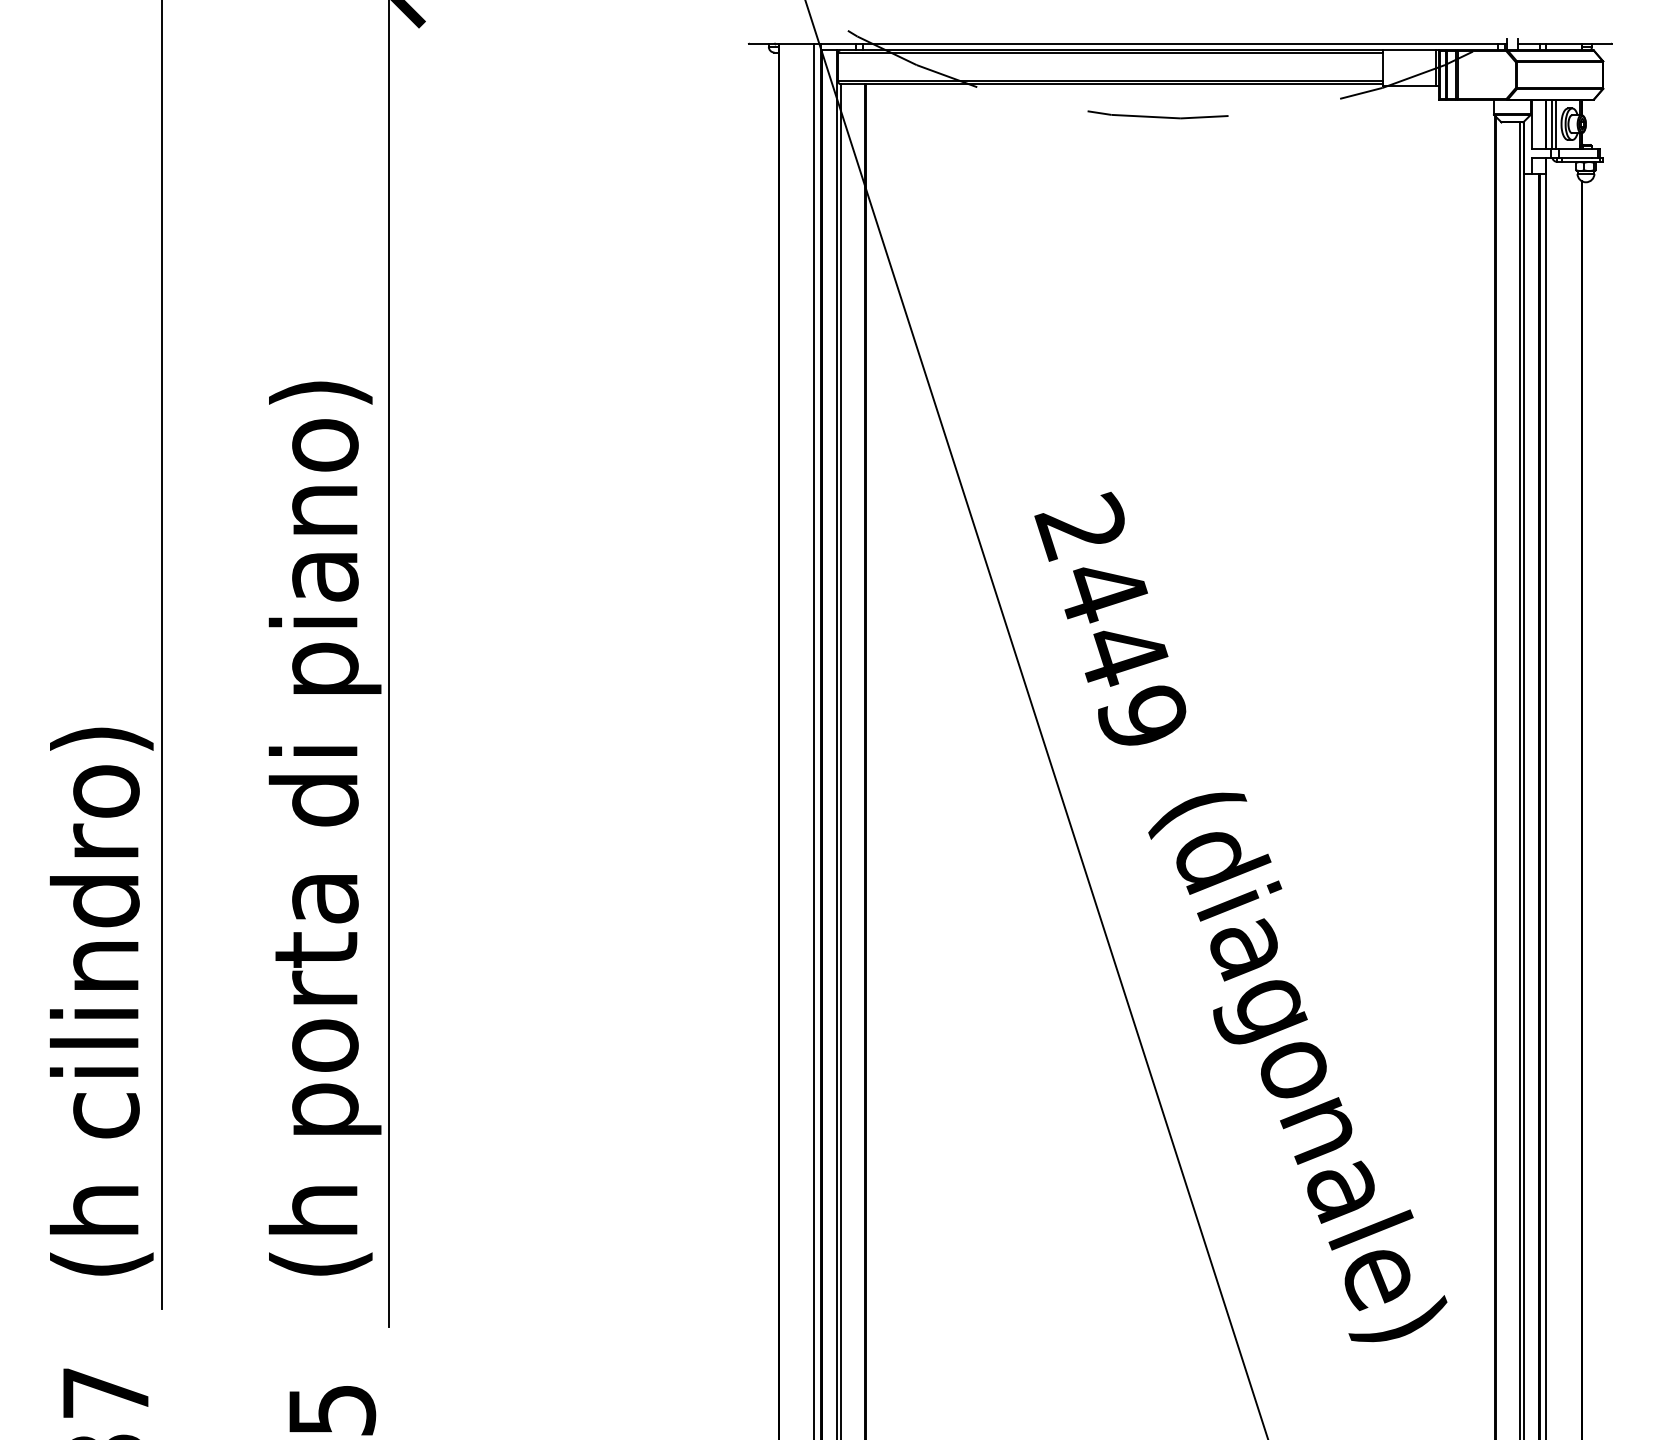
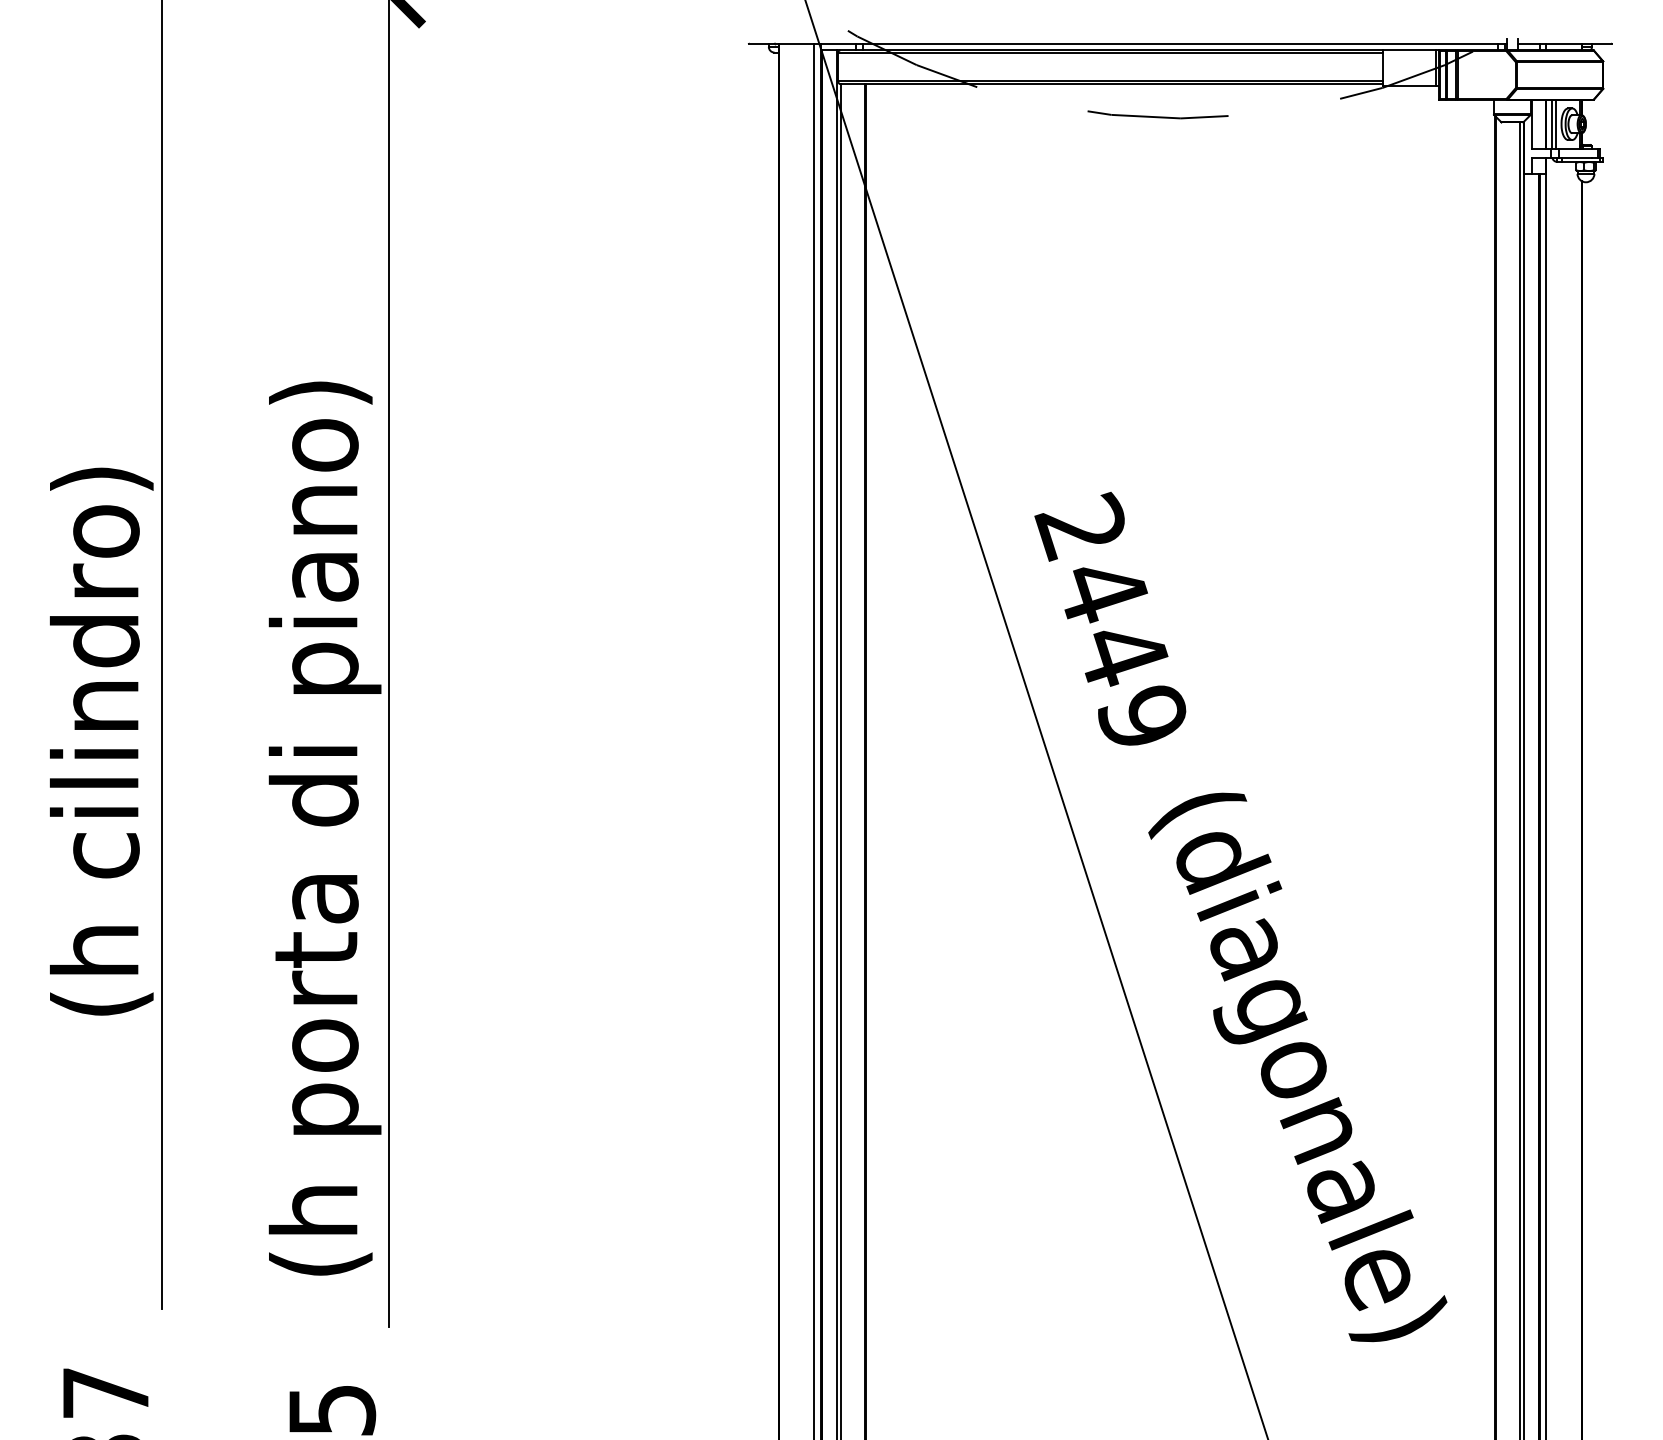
text at (101, 1001) position: (101, 1001) -> (101, 741)
